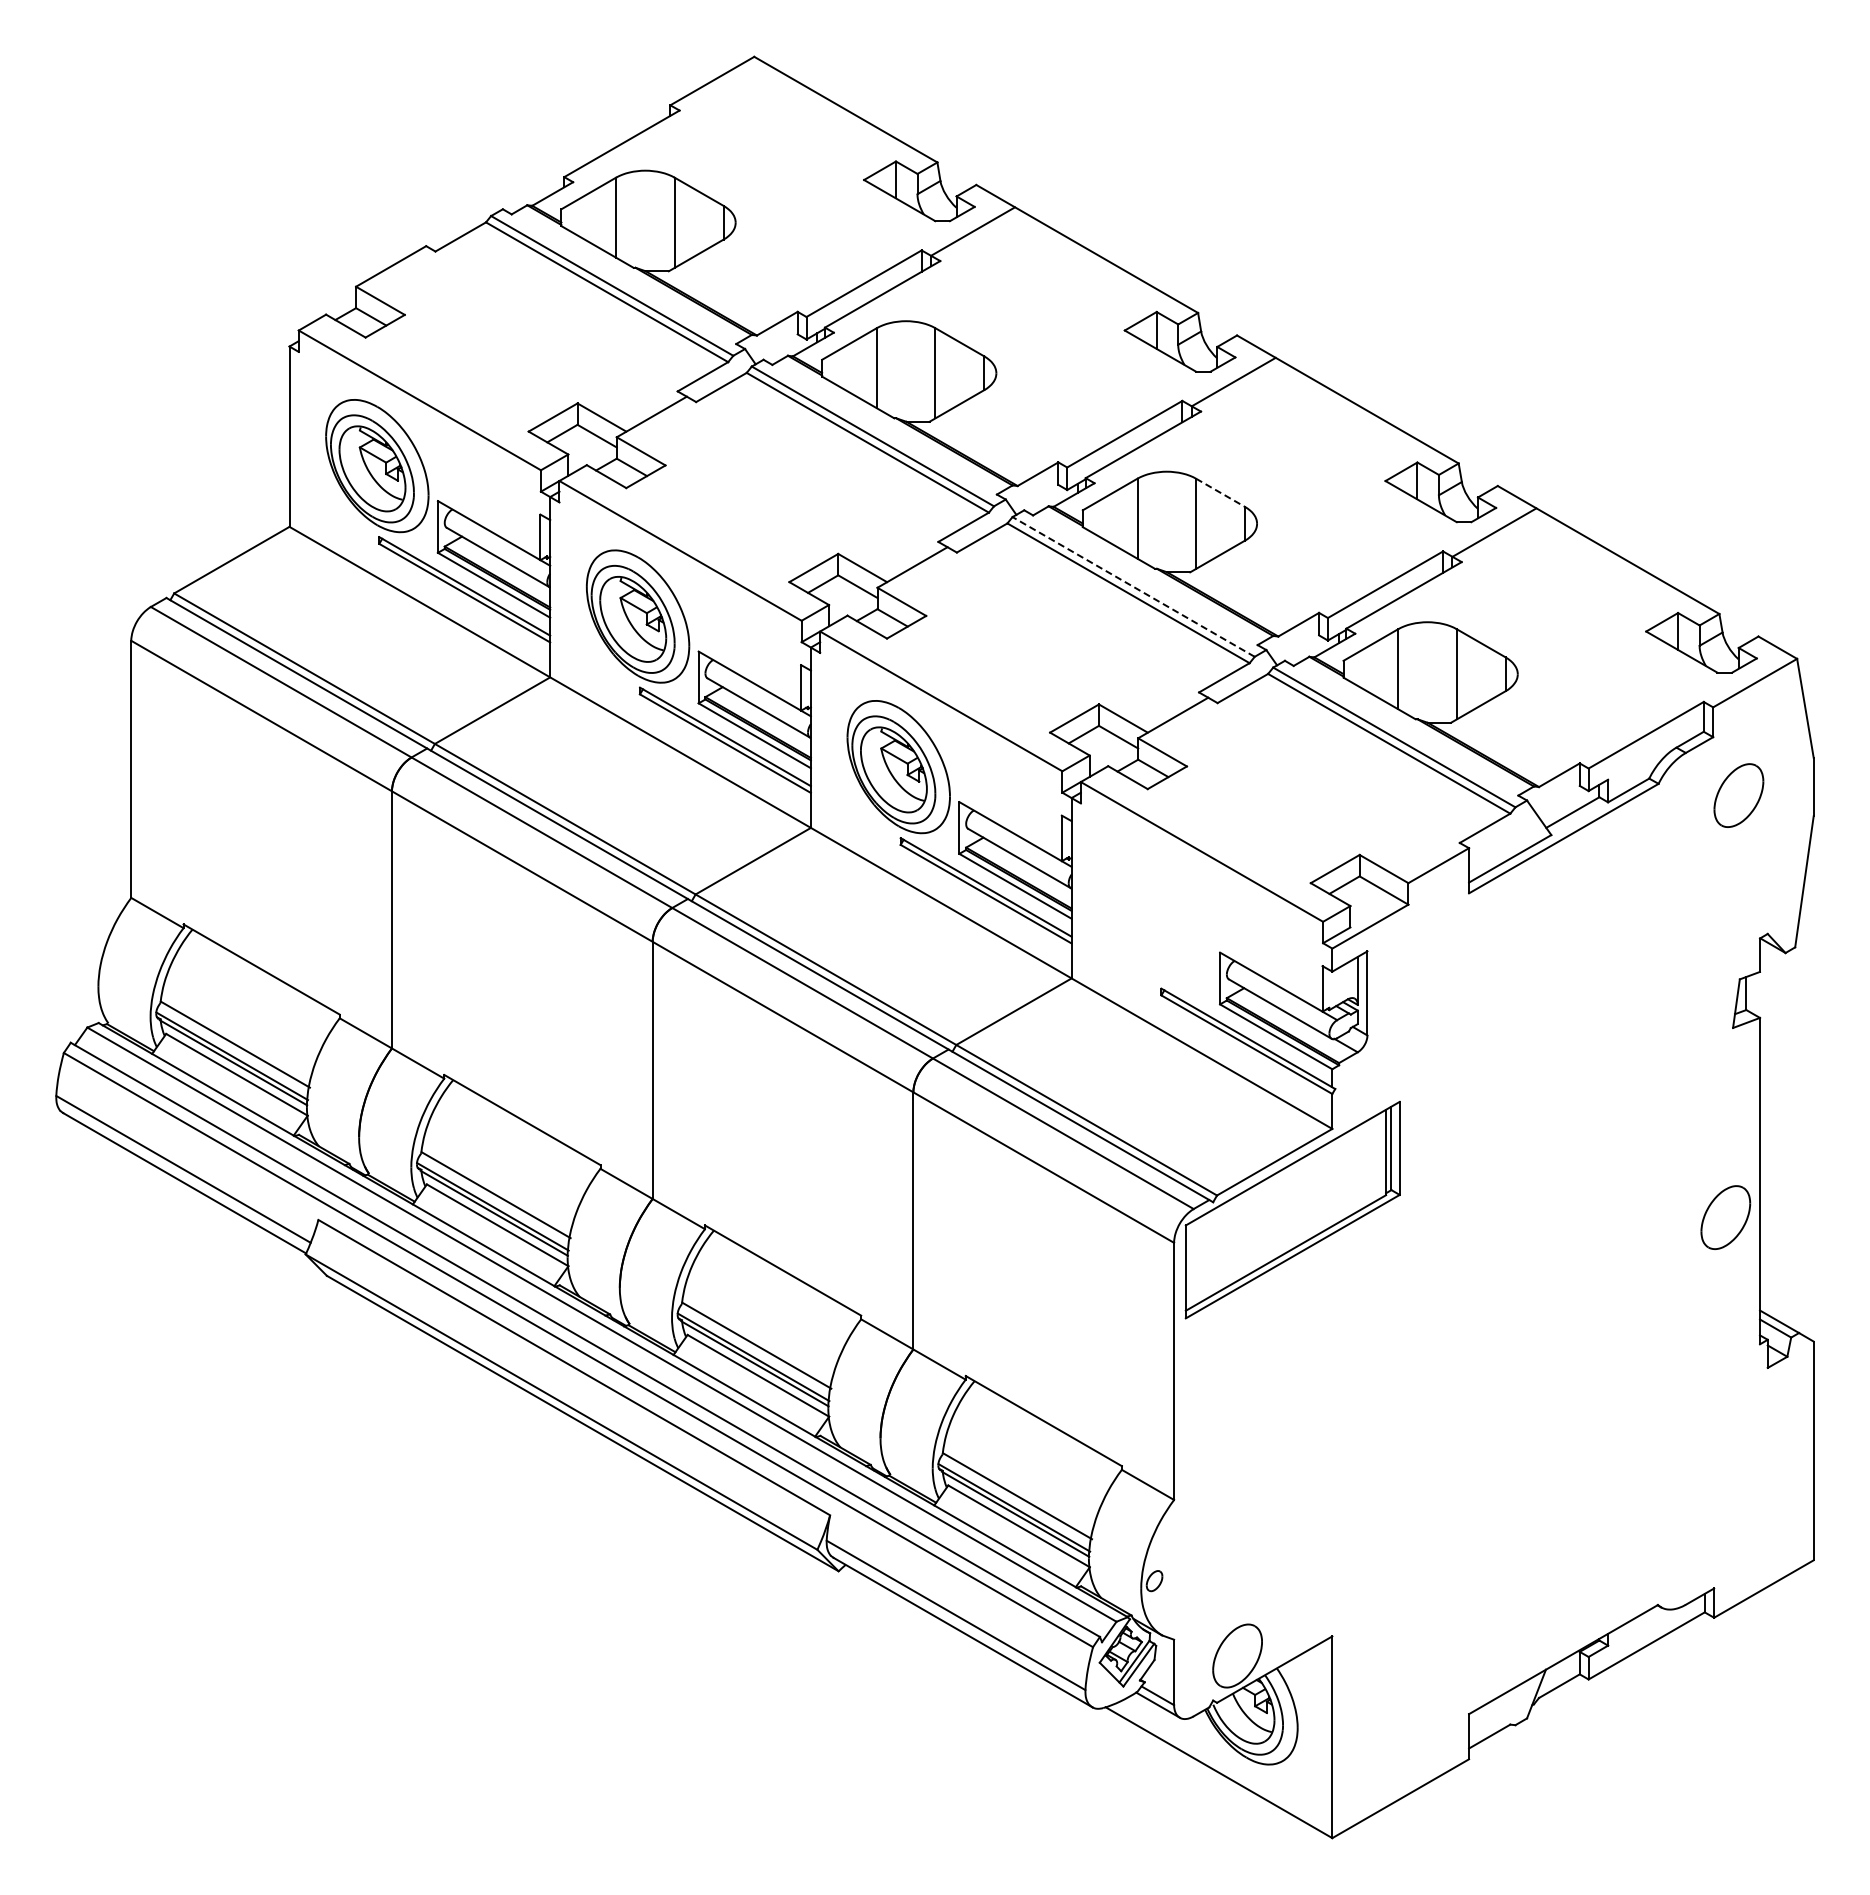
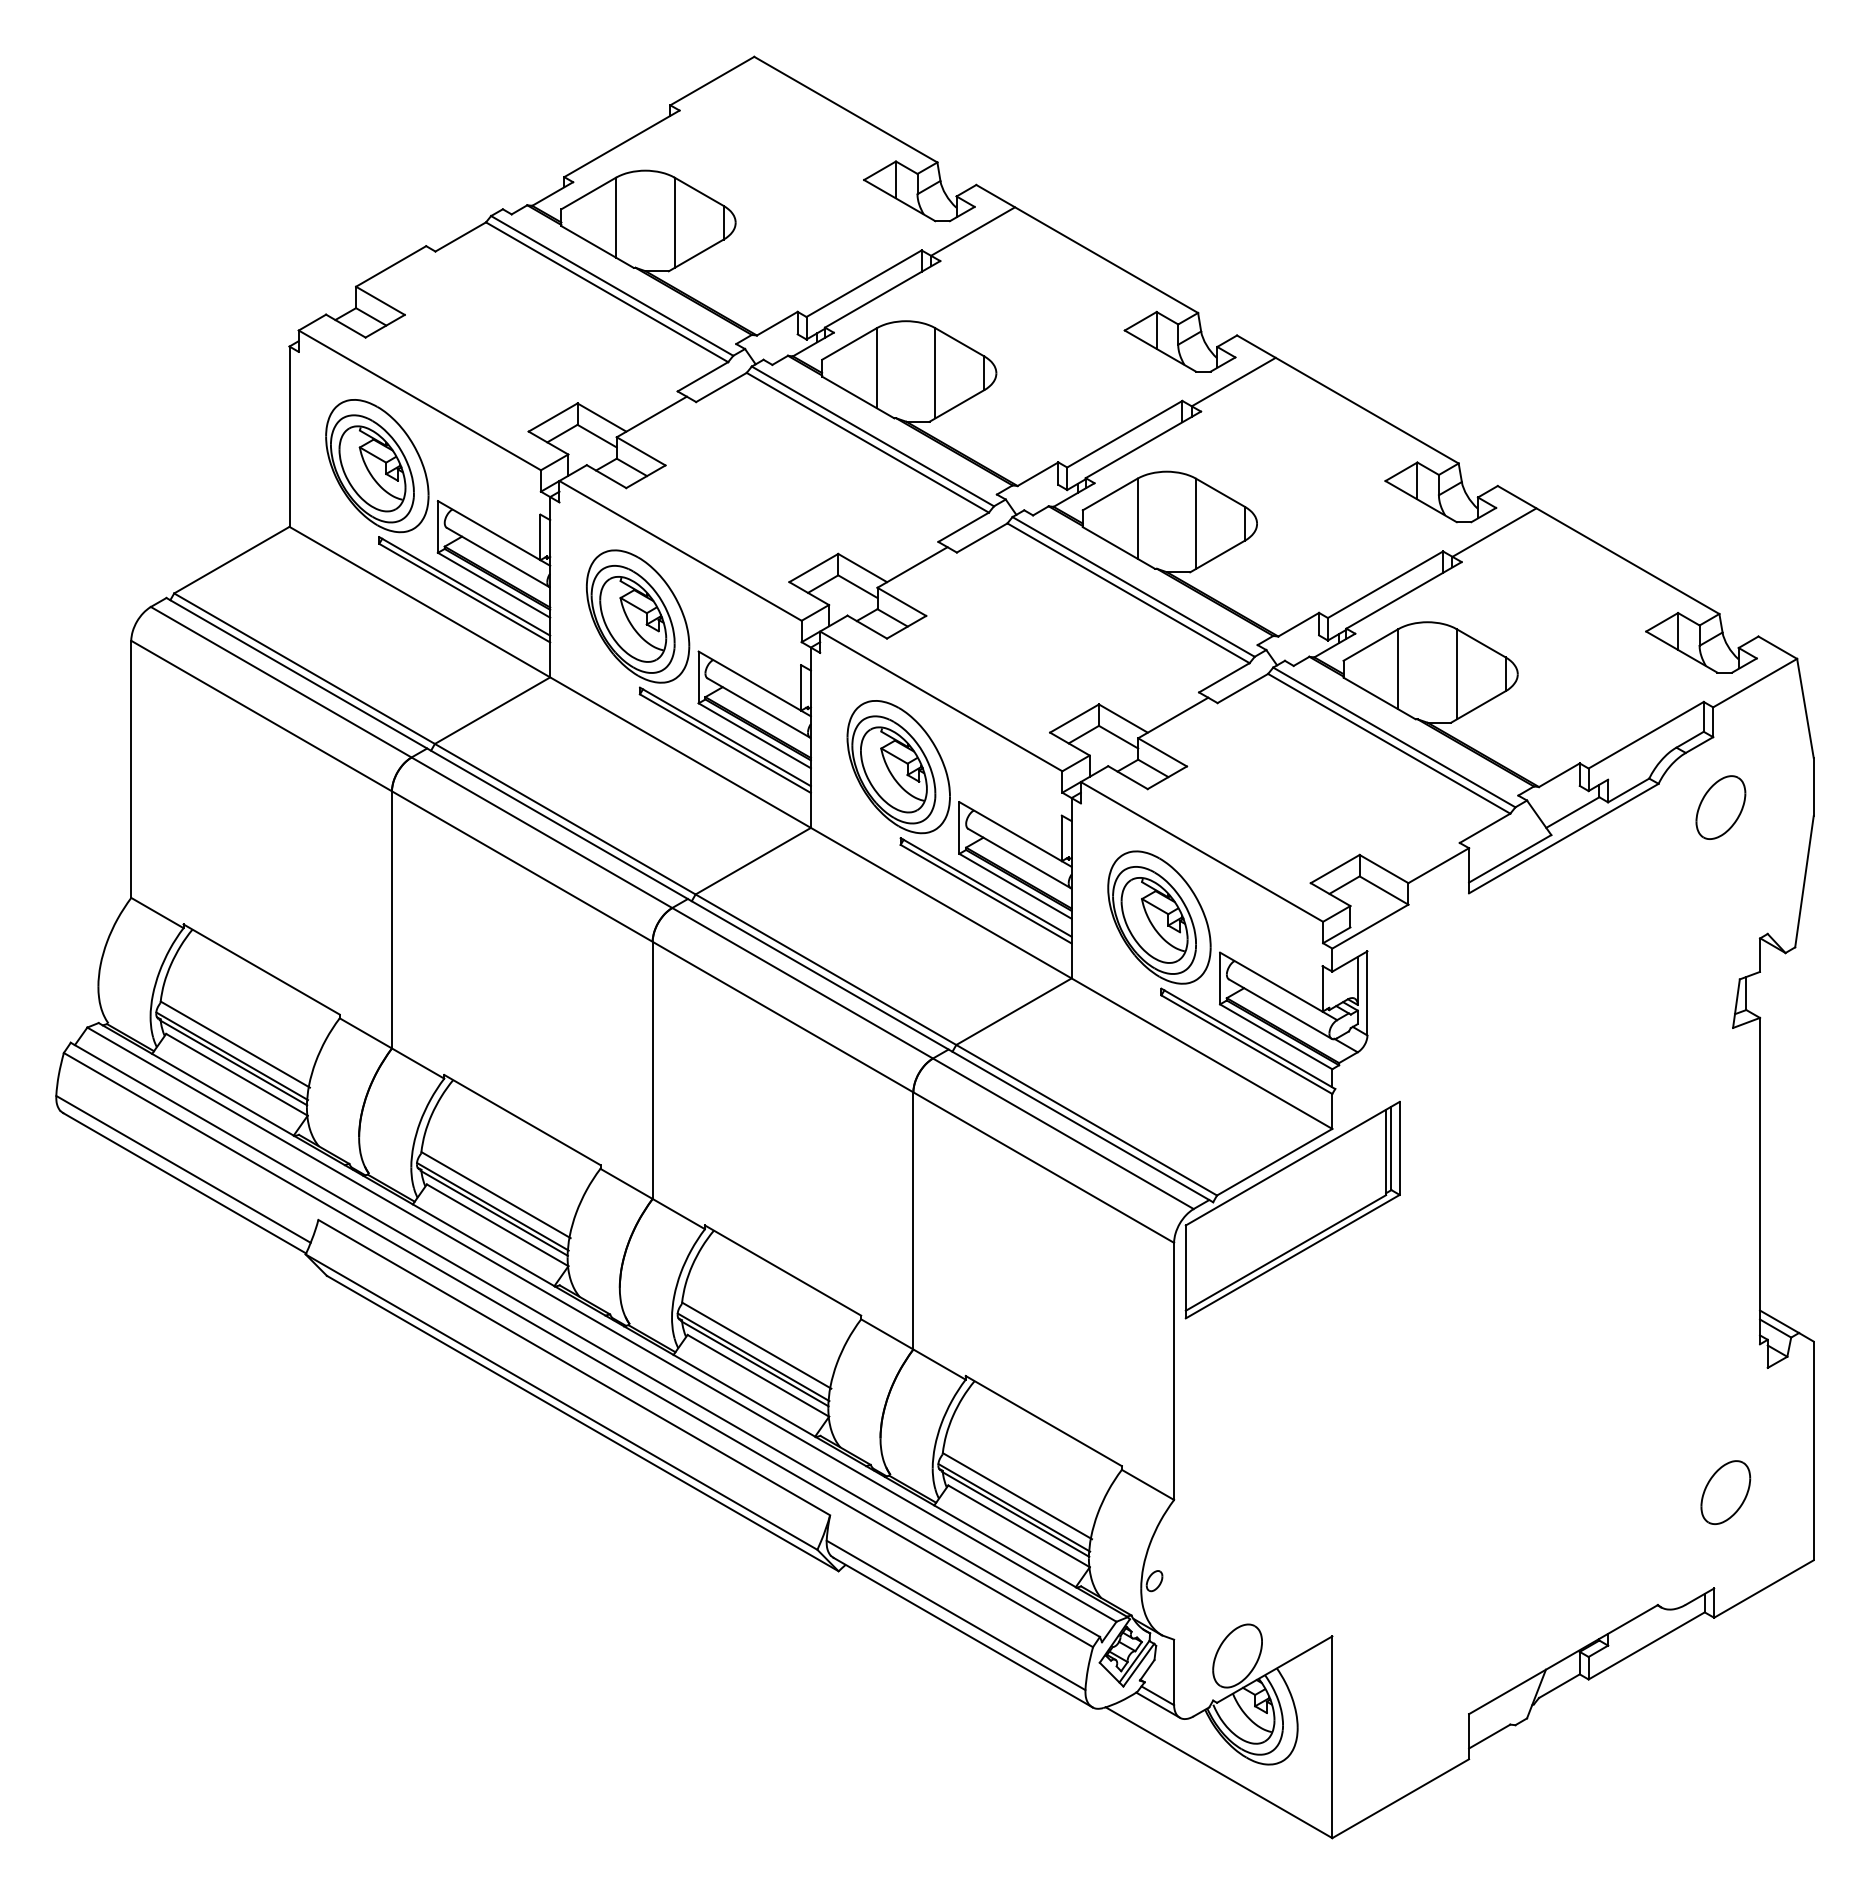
line at (1220, 493): dashed -> solid
line at (1133, 586): dashed -> solid
part at (1738, 795) position: (1738, 795) -> (1720, 807)
part at (1159, 917): none -> present
part at (1725, 1217) position: (1725, 1217) -> (1725, 1492)
